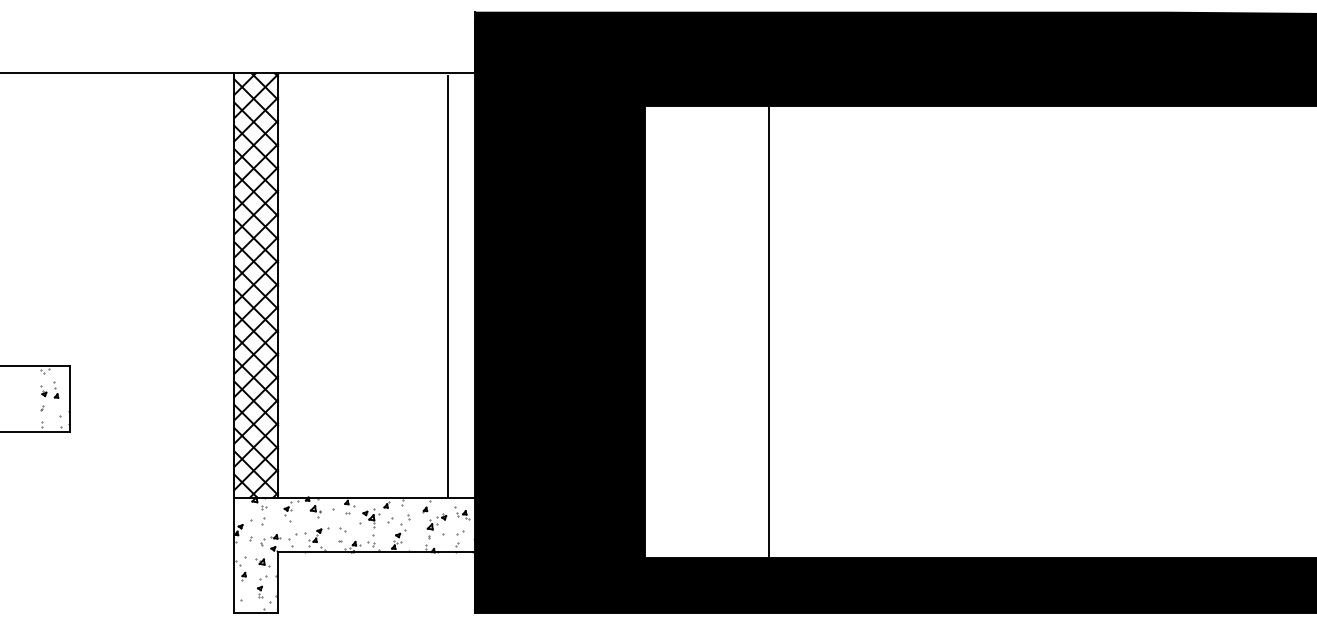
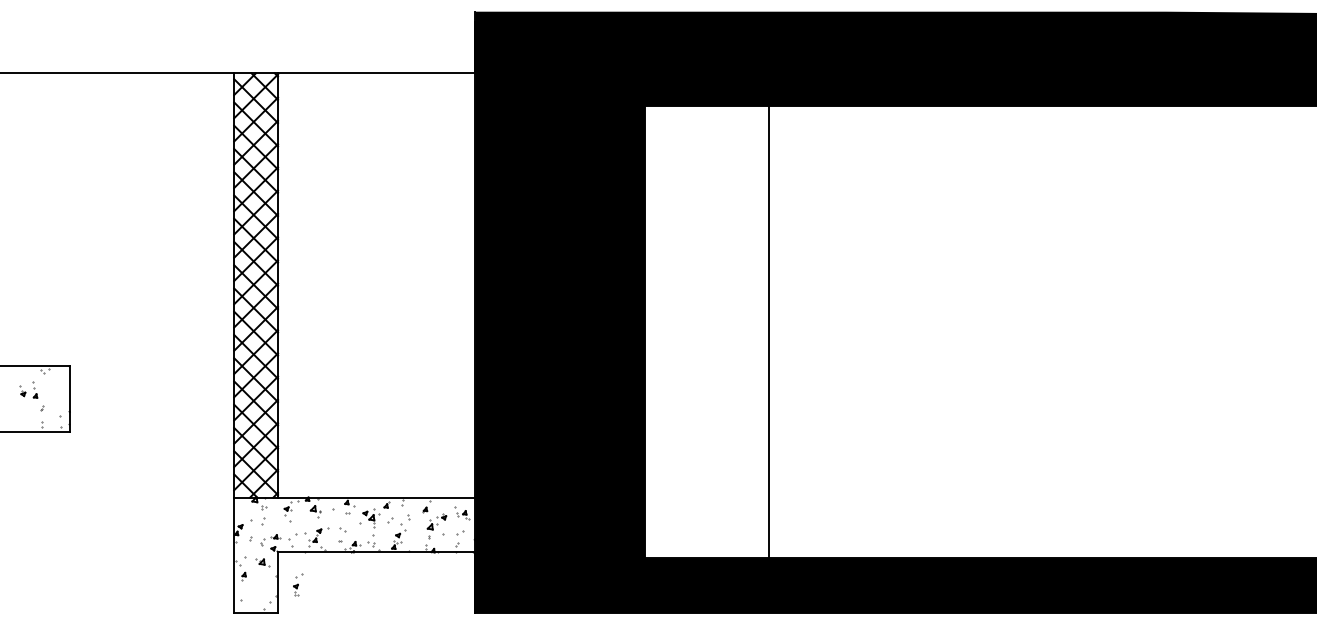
line at (447, 286): present -> none
part at (49, 389) position: (49, 389) -> (28, 389)
part at (262, 586) position: (262, 586) -> (298, 584)
